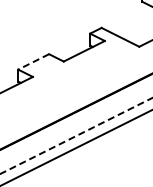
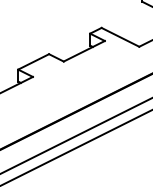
line at (33, 62): dashed -> solid
line at (76, 135): dashed -> solid
